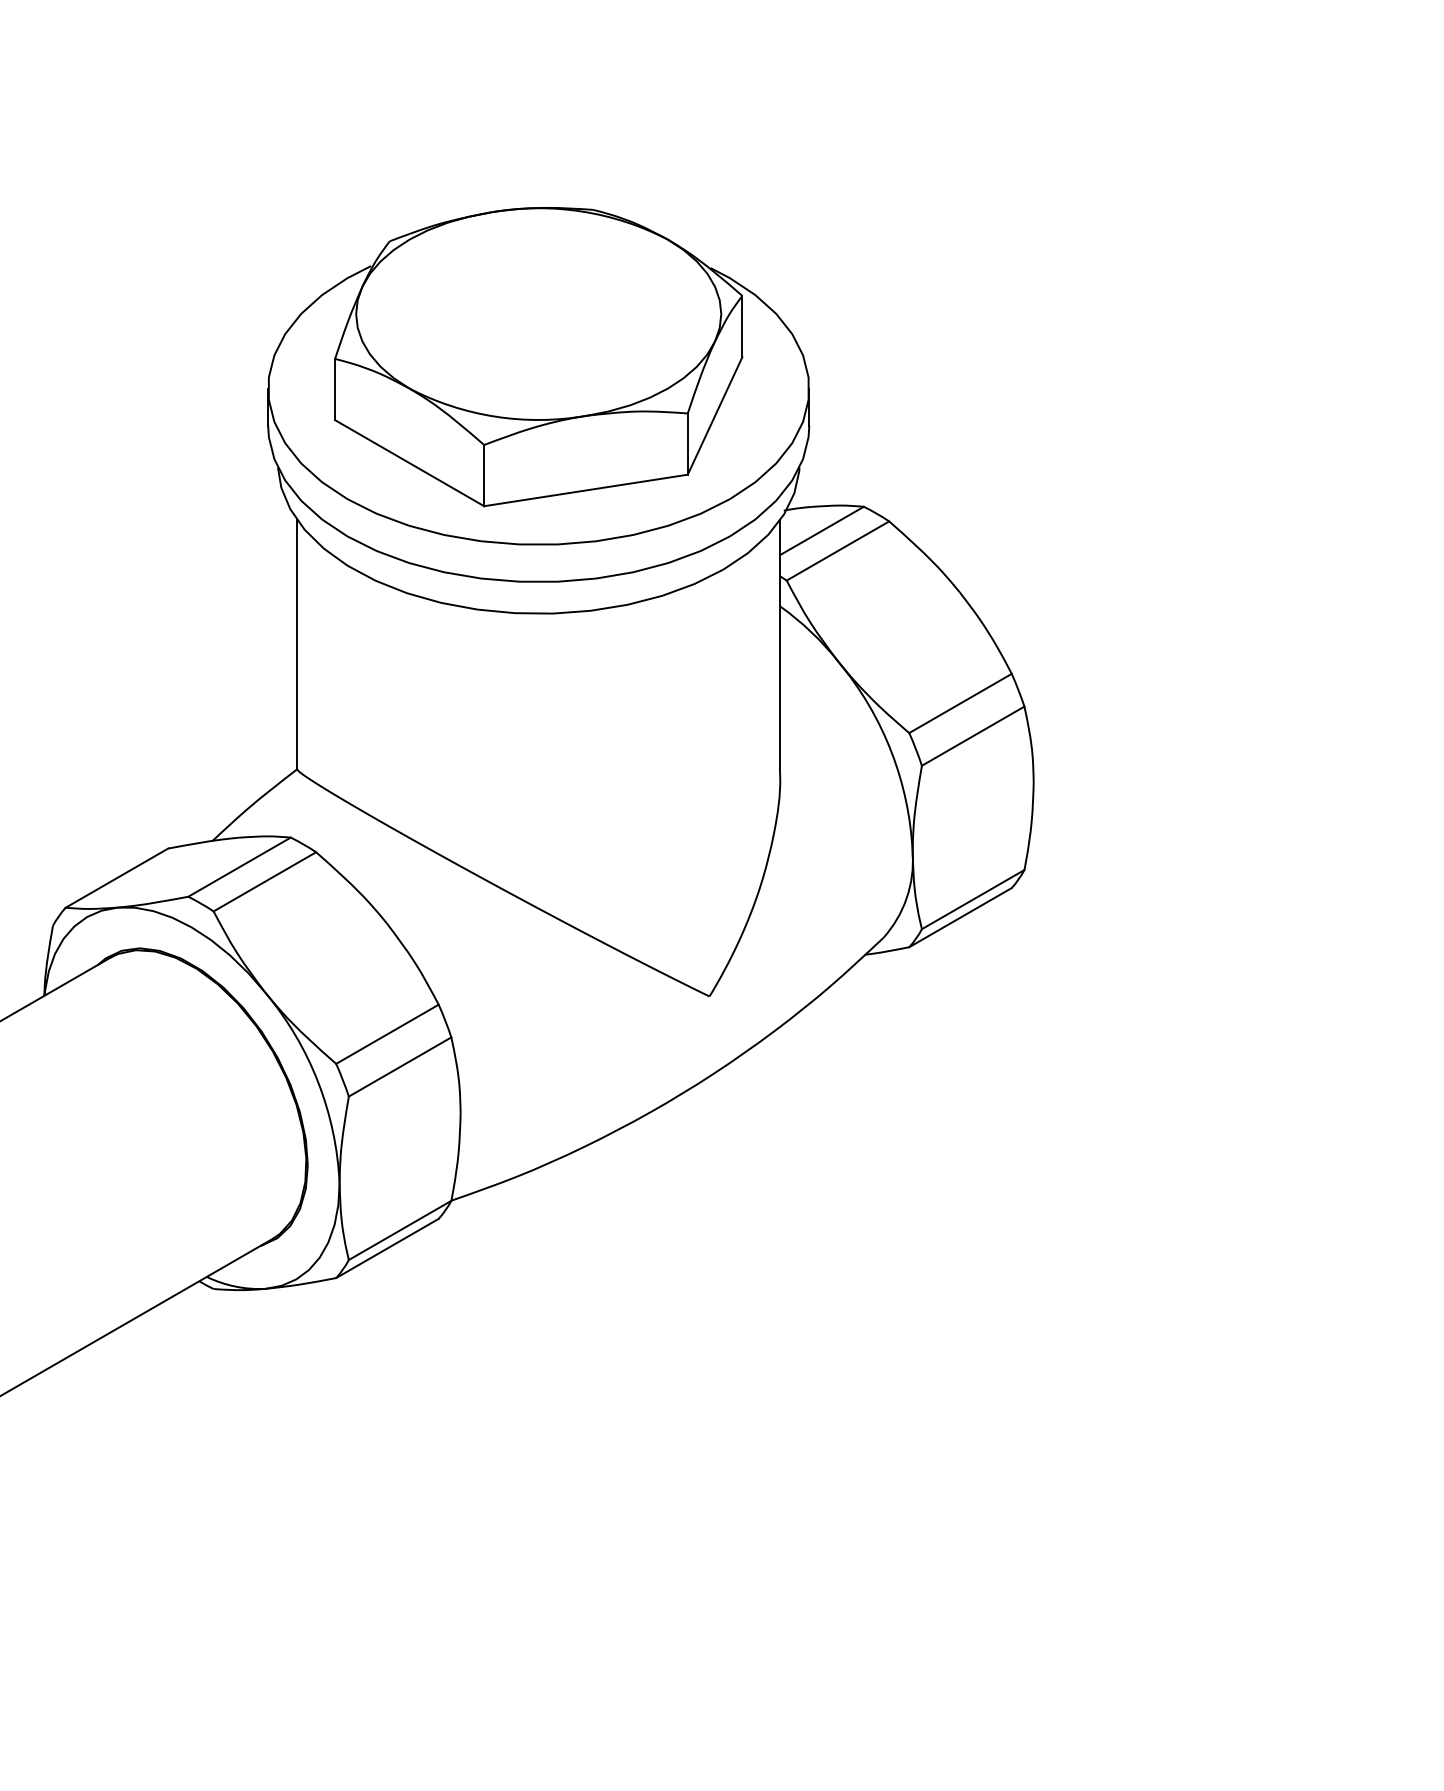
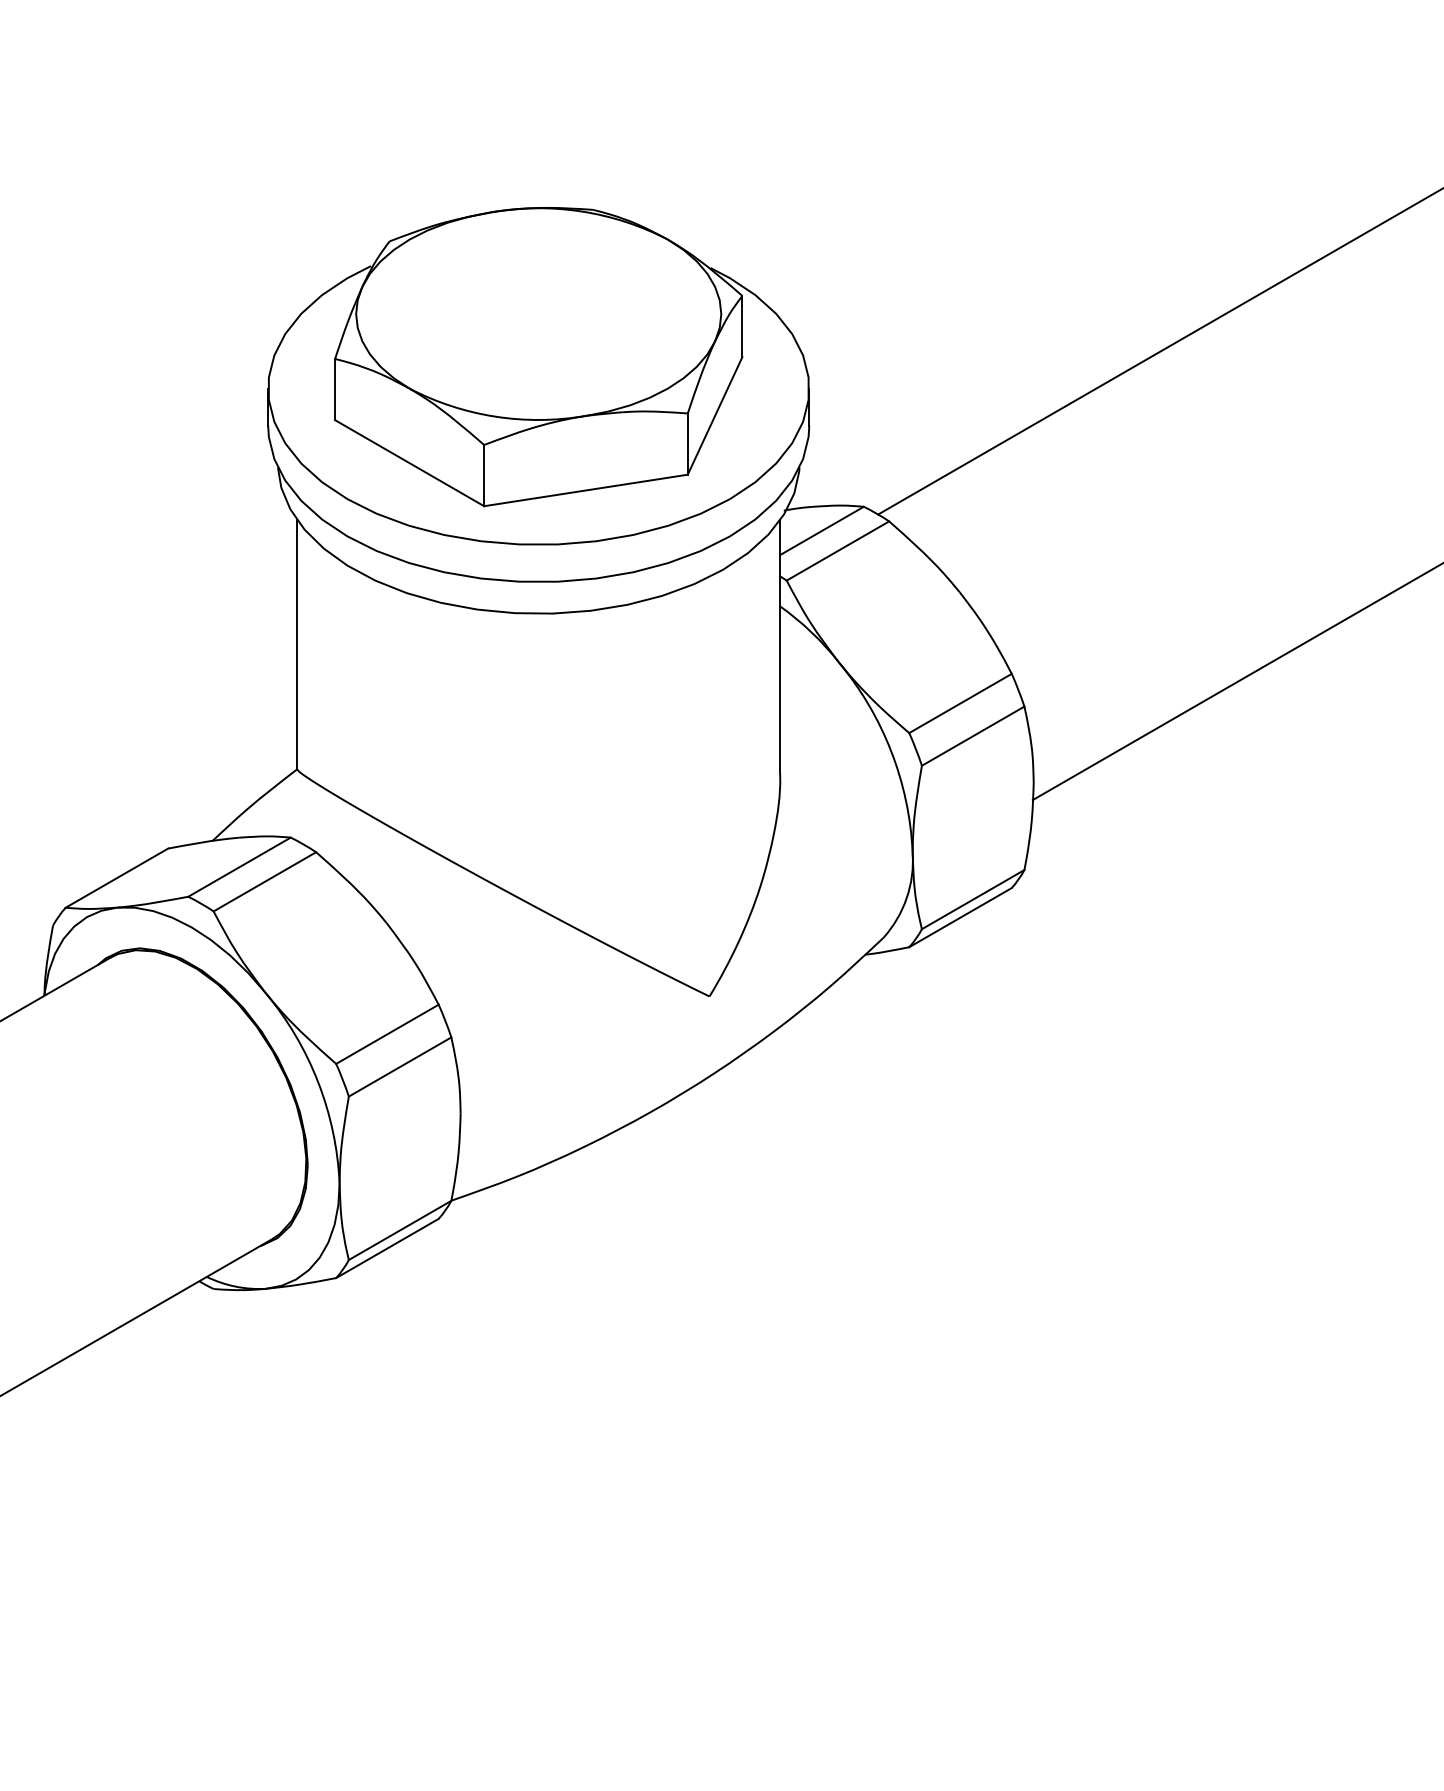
line at (1159, 351): none -> present
line at (1236, 682): none -> present
